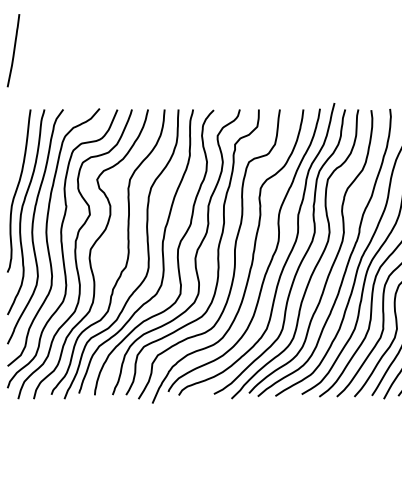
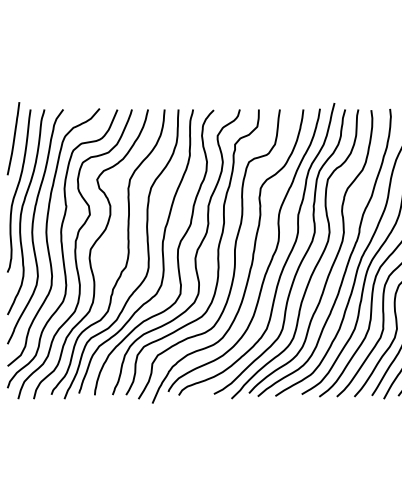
part at (13, 50) position: (13, 50) -> (13, 138)
